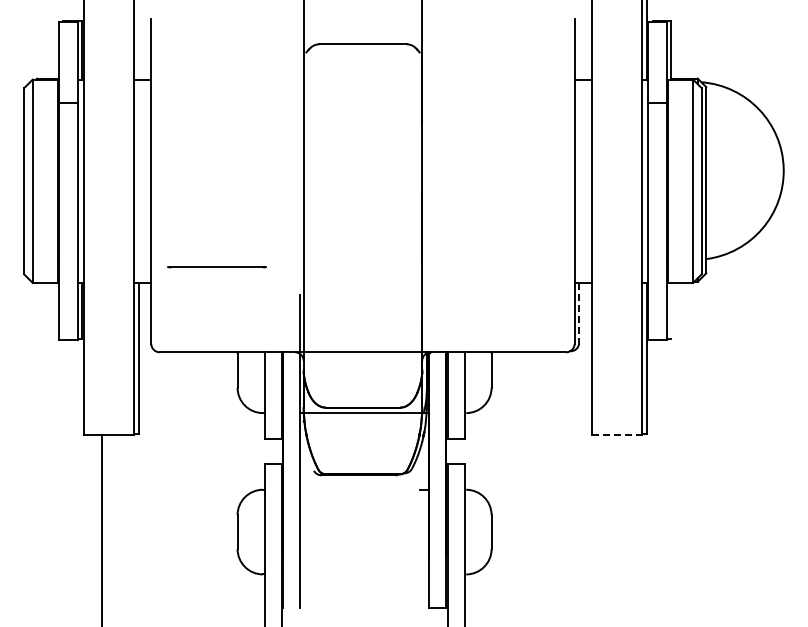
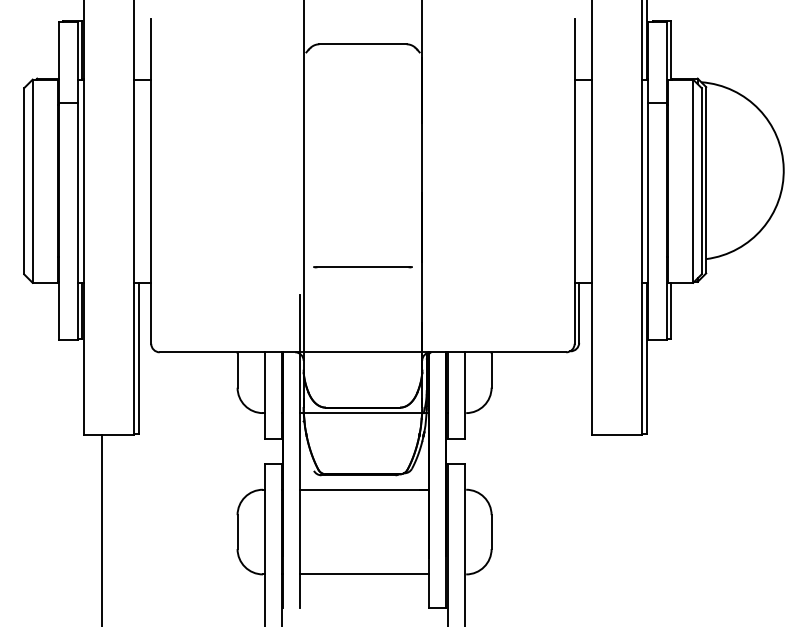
line at (216, 267) position: (216, 267) -> (362, 267)
line at (671, 310): none -> present
line at (579, 312): dashed -> solid
line at (617, 435): dashed -> solid
line at (364, 489): none -> present
line at (364, 574): none -> present
